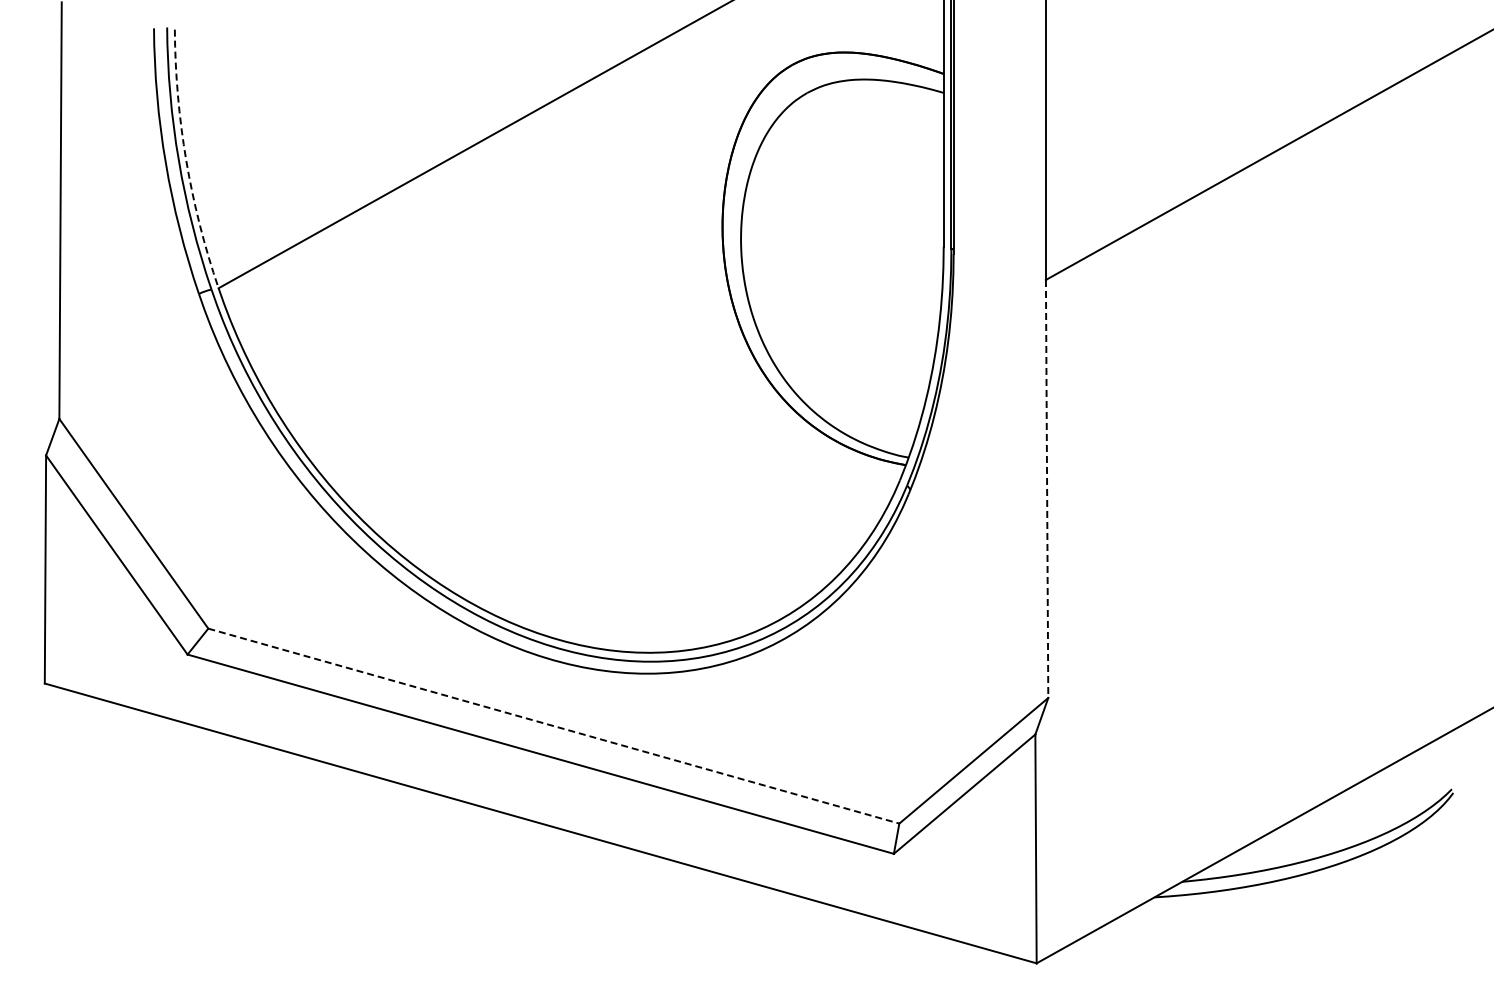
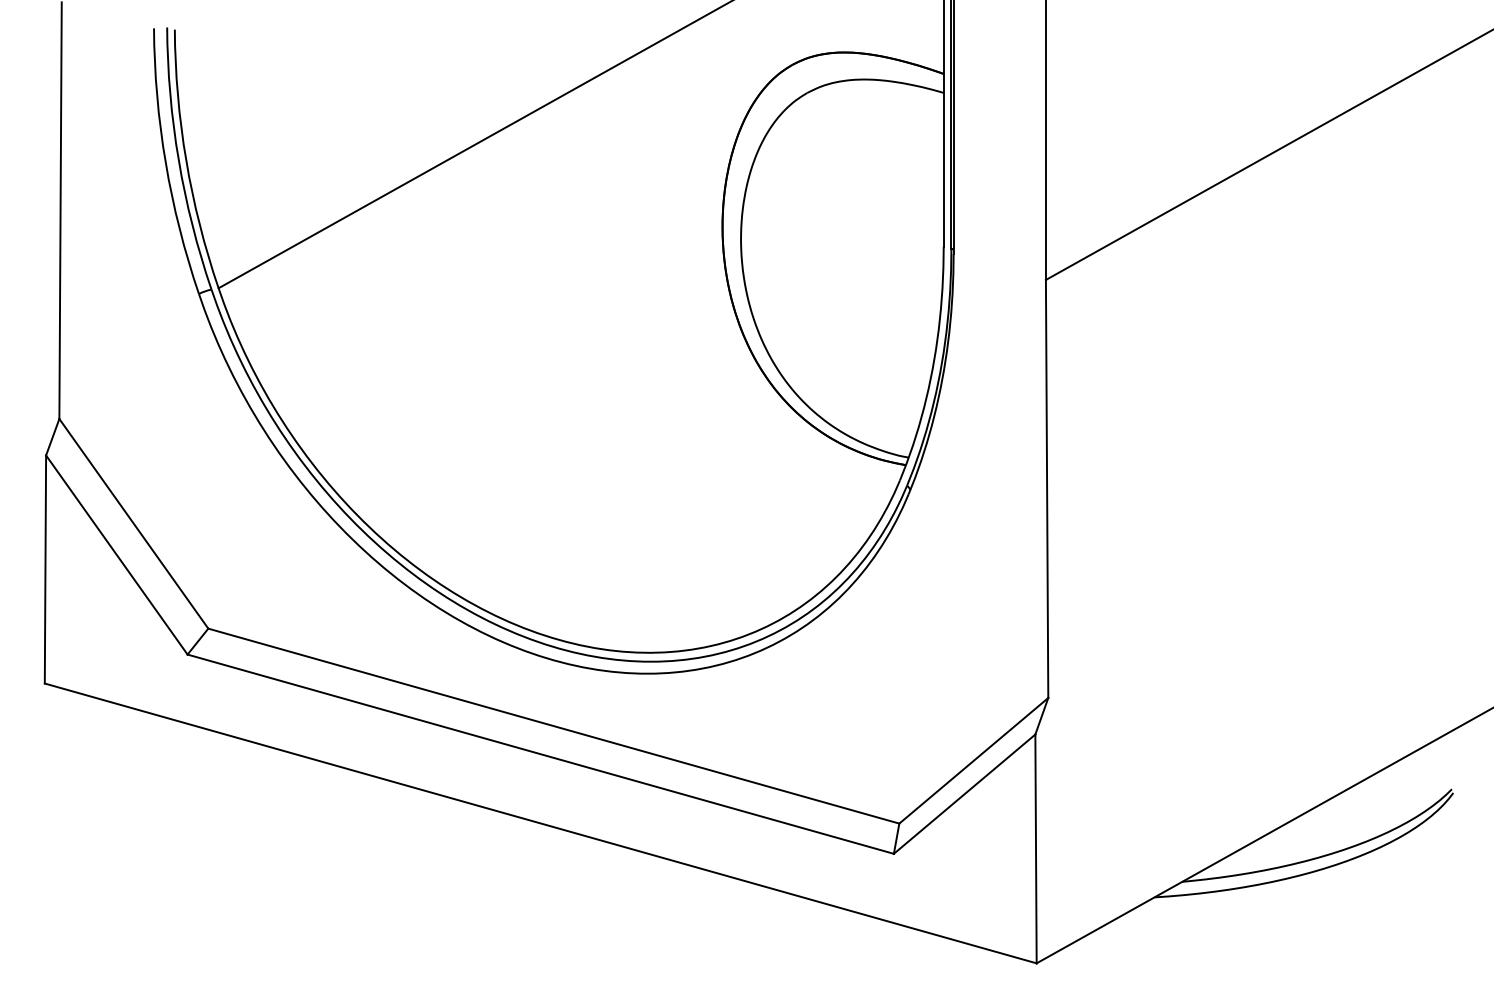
arc at (186, 160): dashed -> solid
line at (1047, 489): dashed -> solid
line at (553, 726): dashed -> solid
